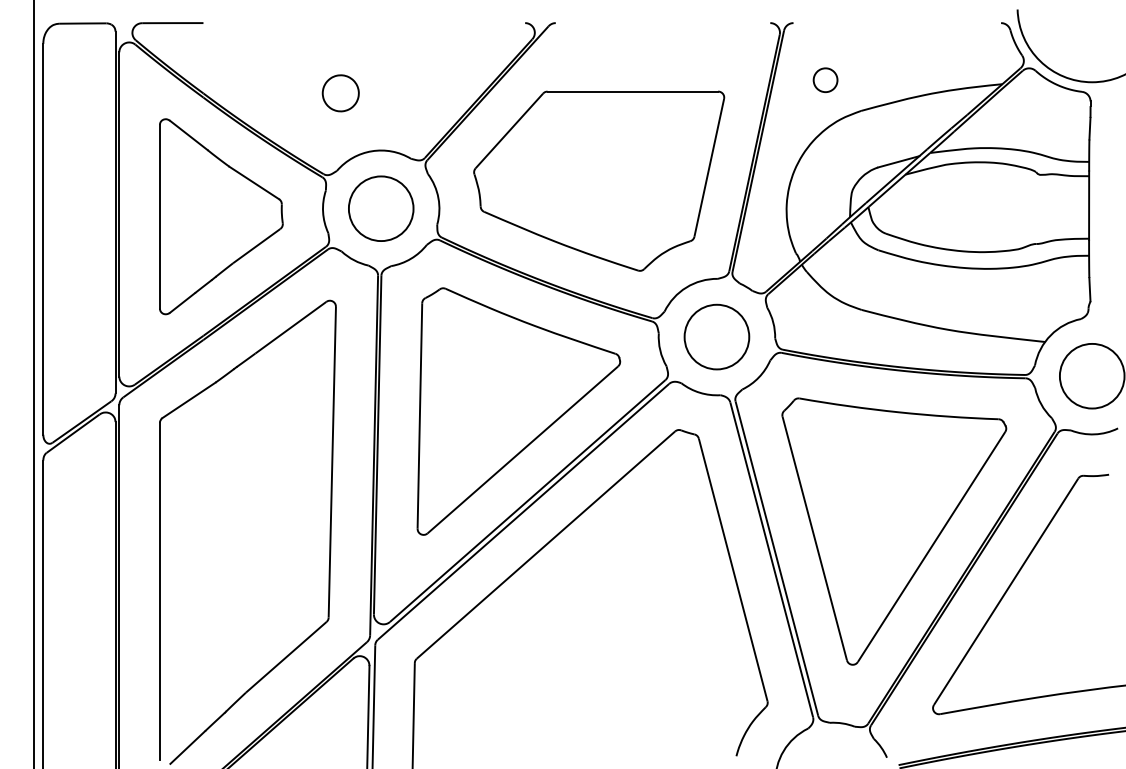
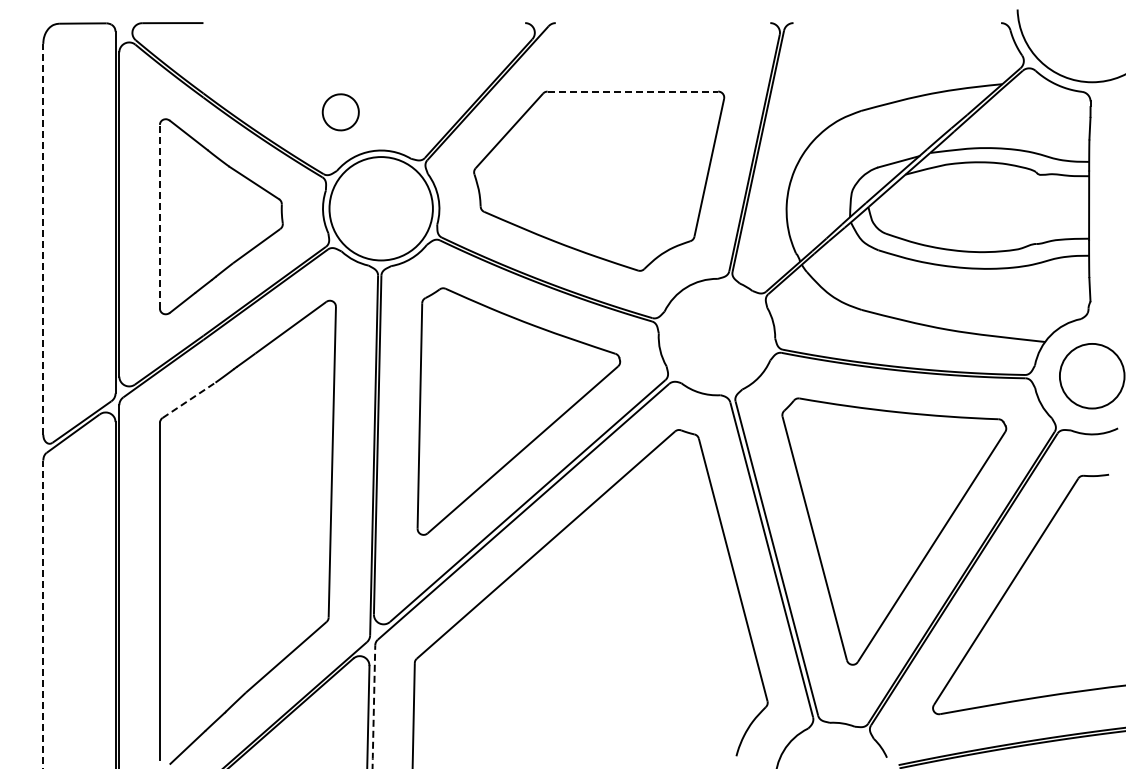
part at (825, 79): present -> none
line at (633, 91): solid -> dashed
part at (340, 93) position: (340, 93) -> (340, 112)
circle at (380, 208) diameter: 65 px -> 103 px
line at (159, 216): solid -> dashed
line at (43, 238): solid -> dashed
circle at (716, 336): present -> none
line at (33, 383): present -> none
line at (189, 400): solid -> dashed
line at (43, 614): solid -> dashed
line at (373, 706): solid -> dashed
